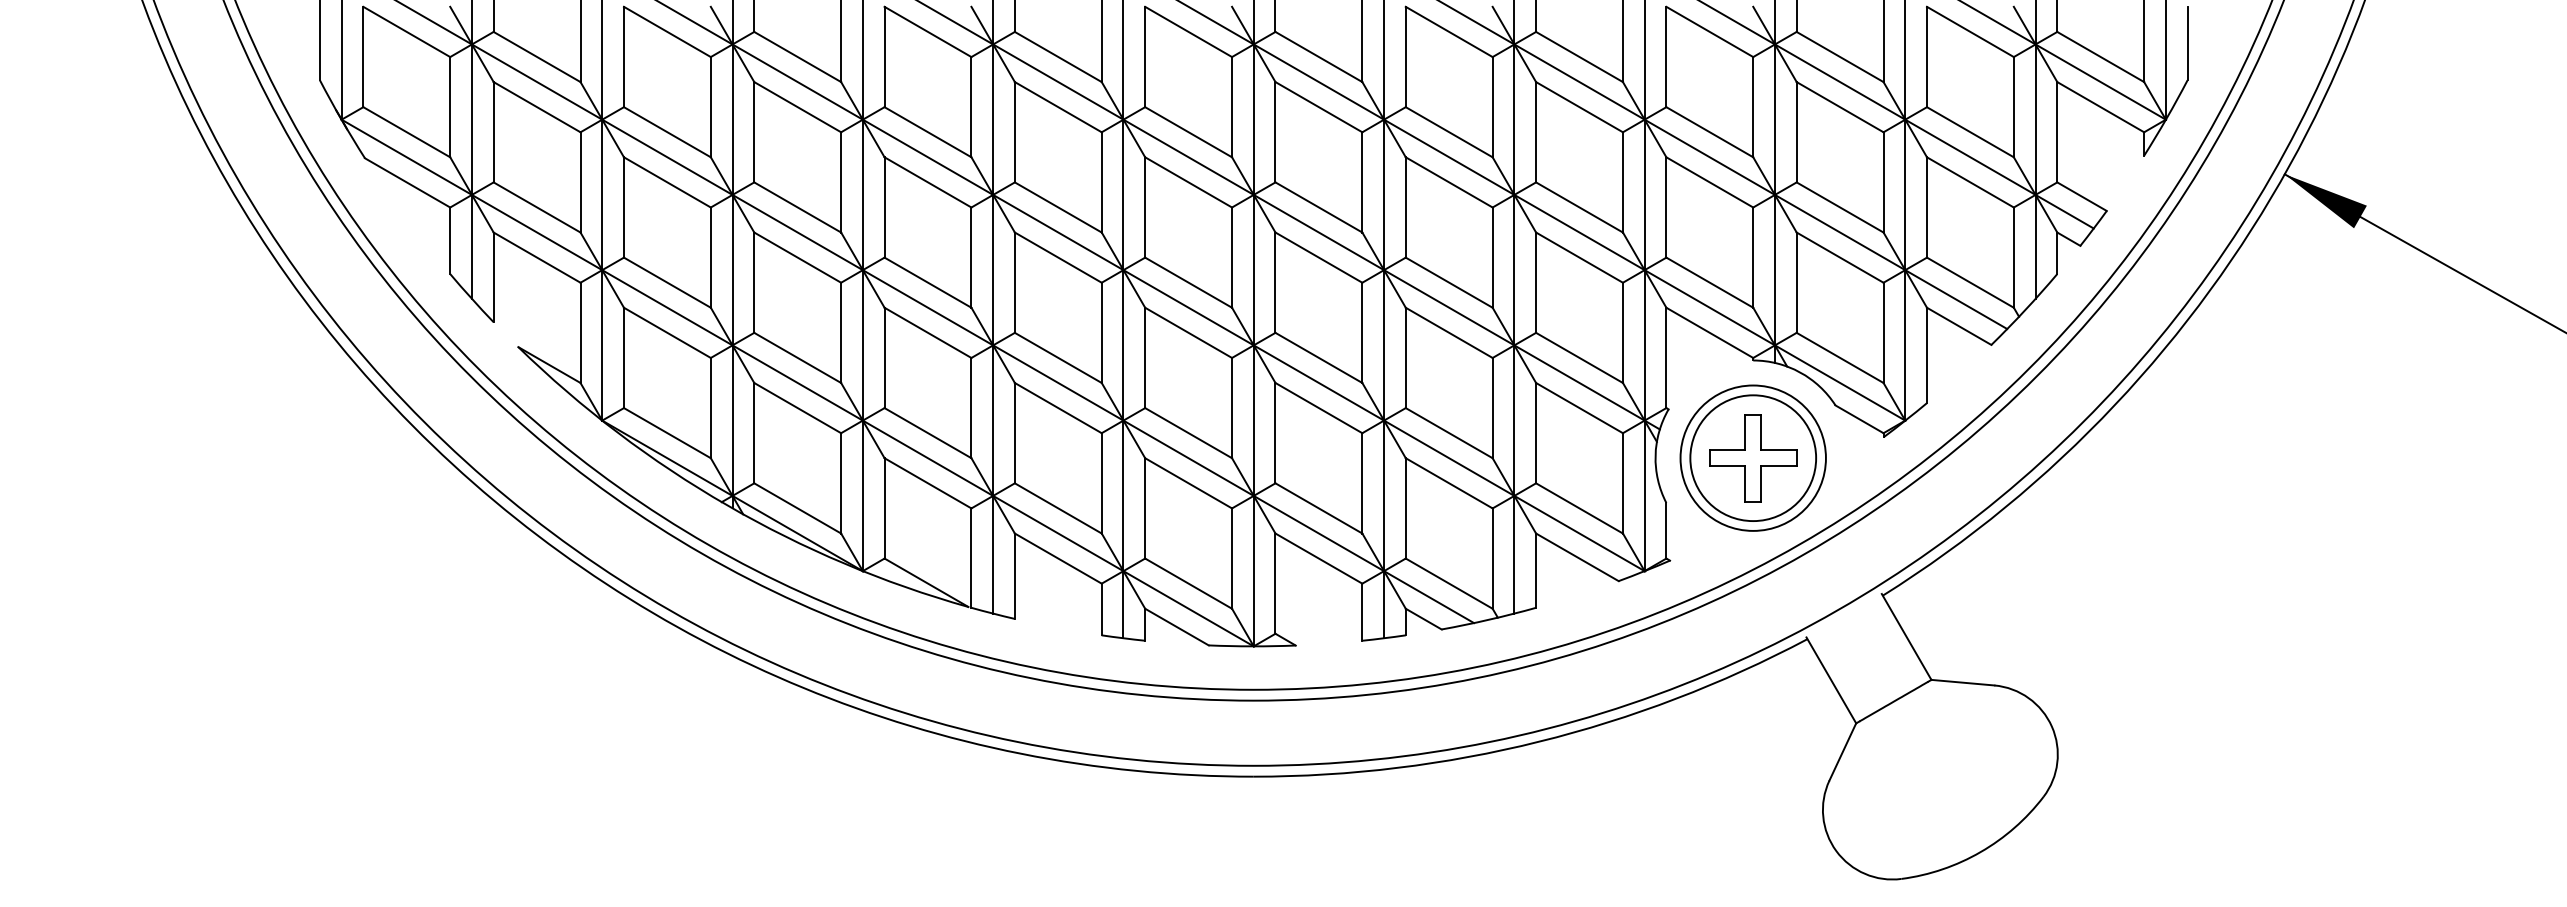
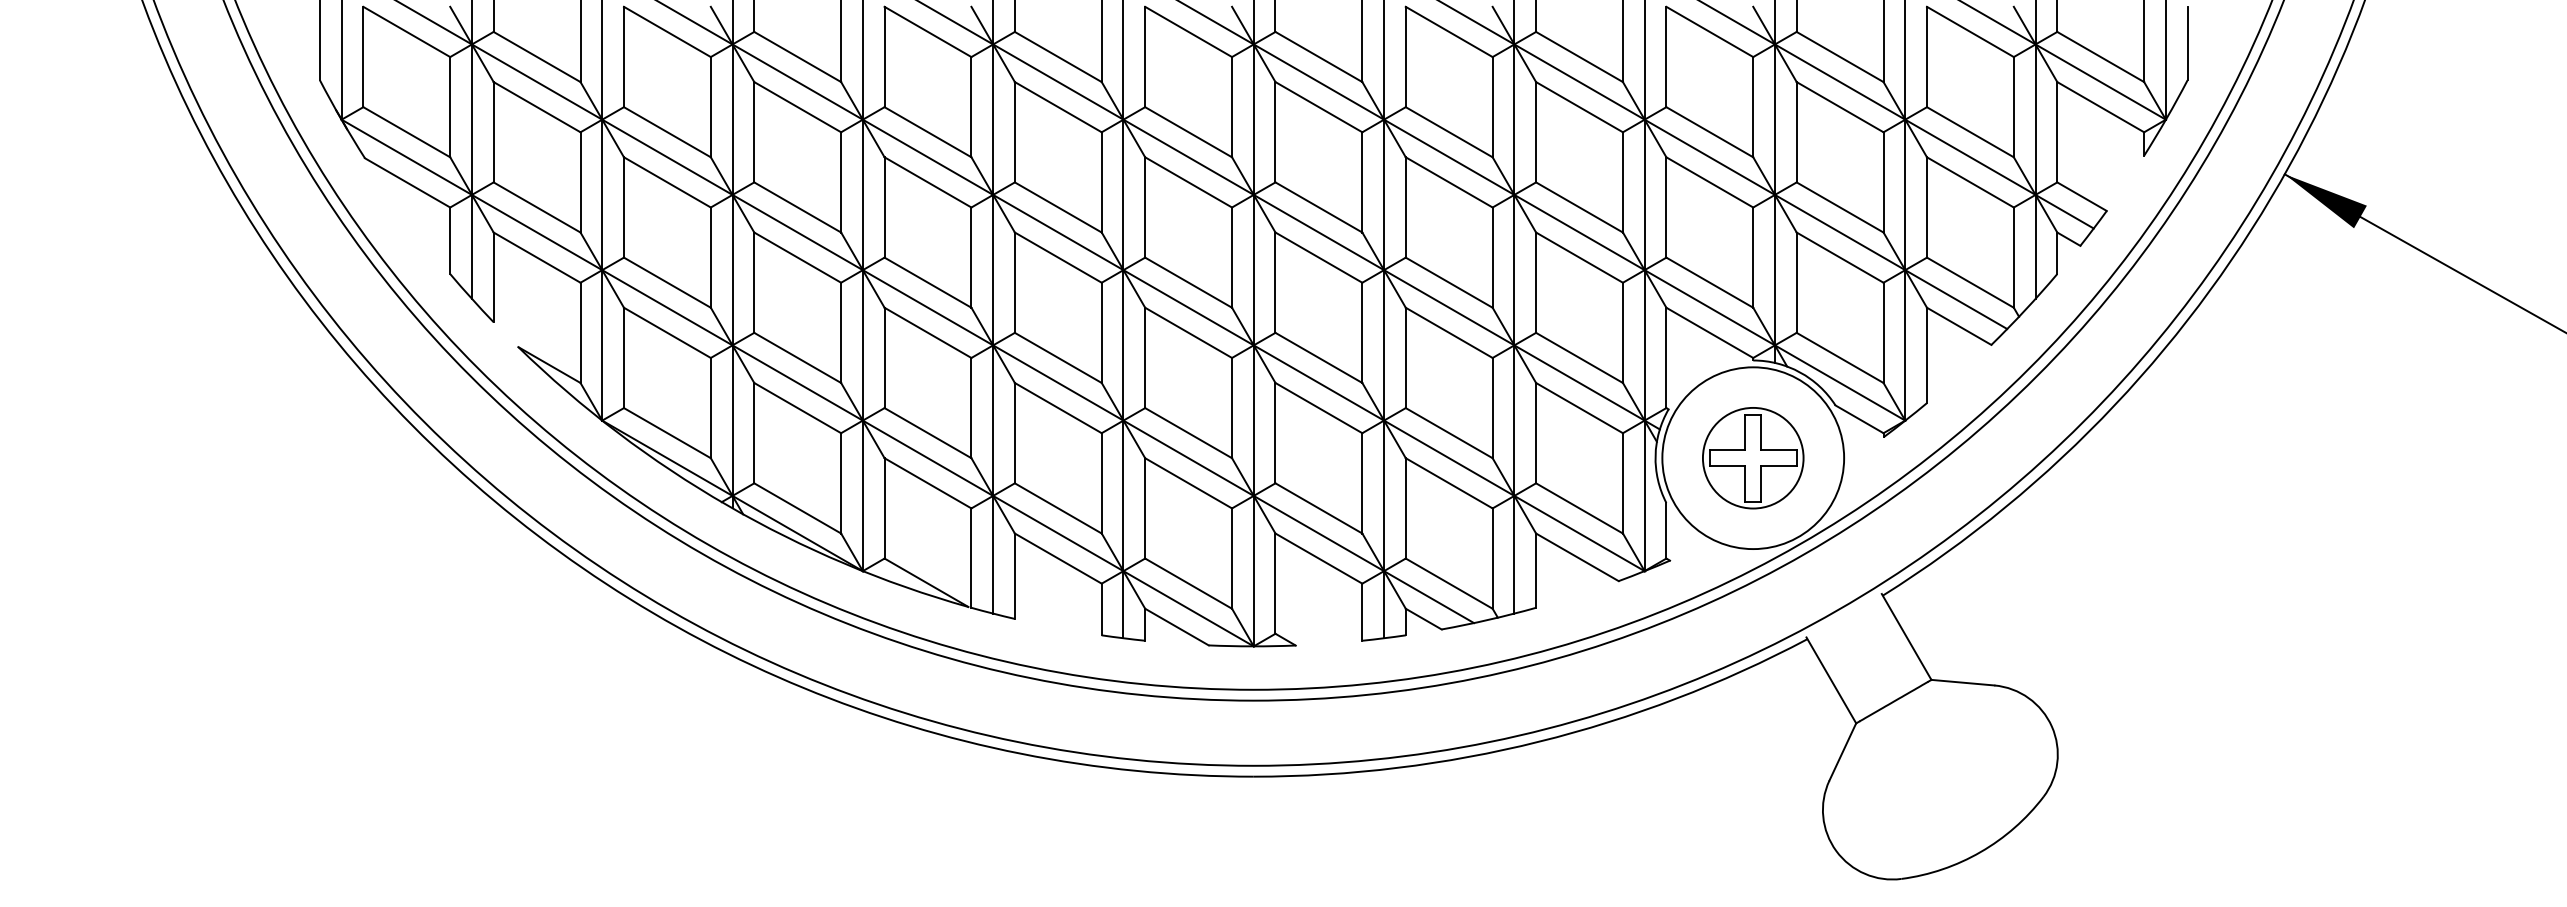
circle at (1752, 457) diameter: 145 px -> 182 px
circle at (1753, 458) diameter: 126 px -> 101 px
